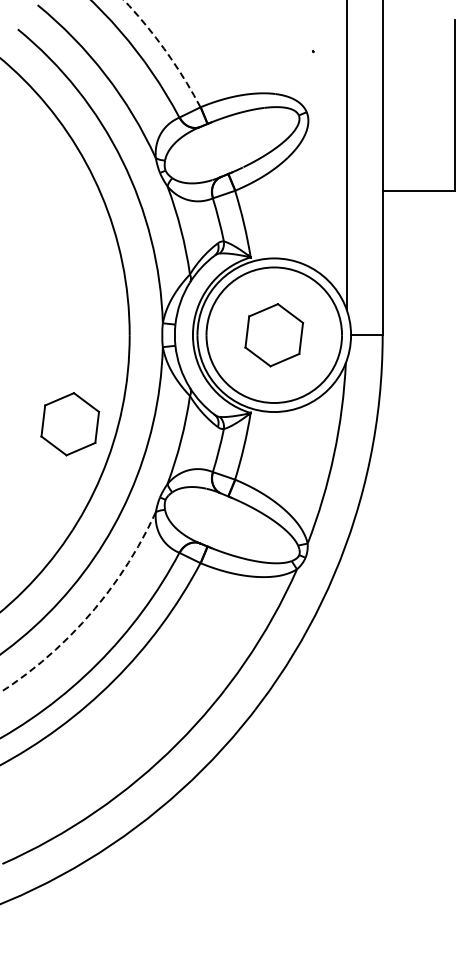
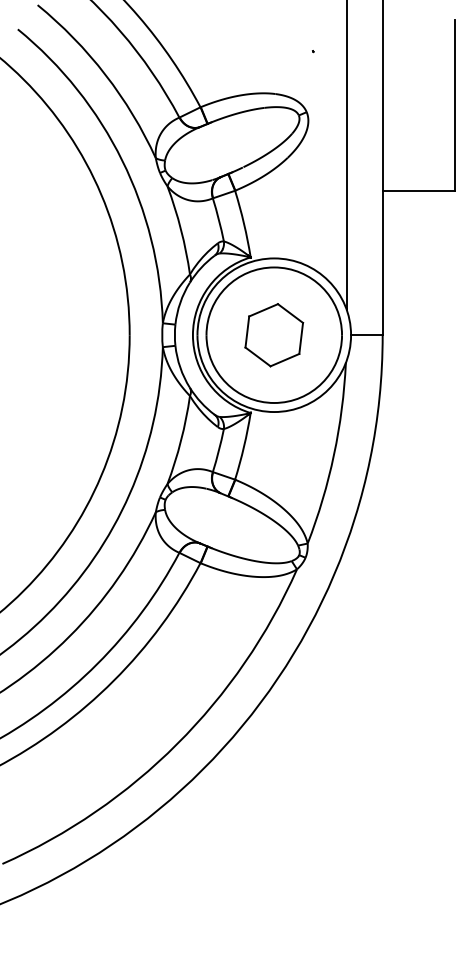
arc at (165, 50): dashed -> solid
part at (70, 424): present -> none
arc at (91, 612): dashed -> solid
